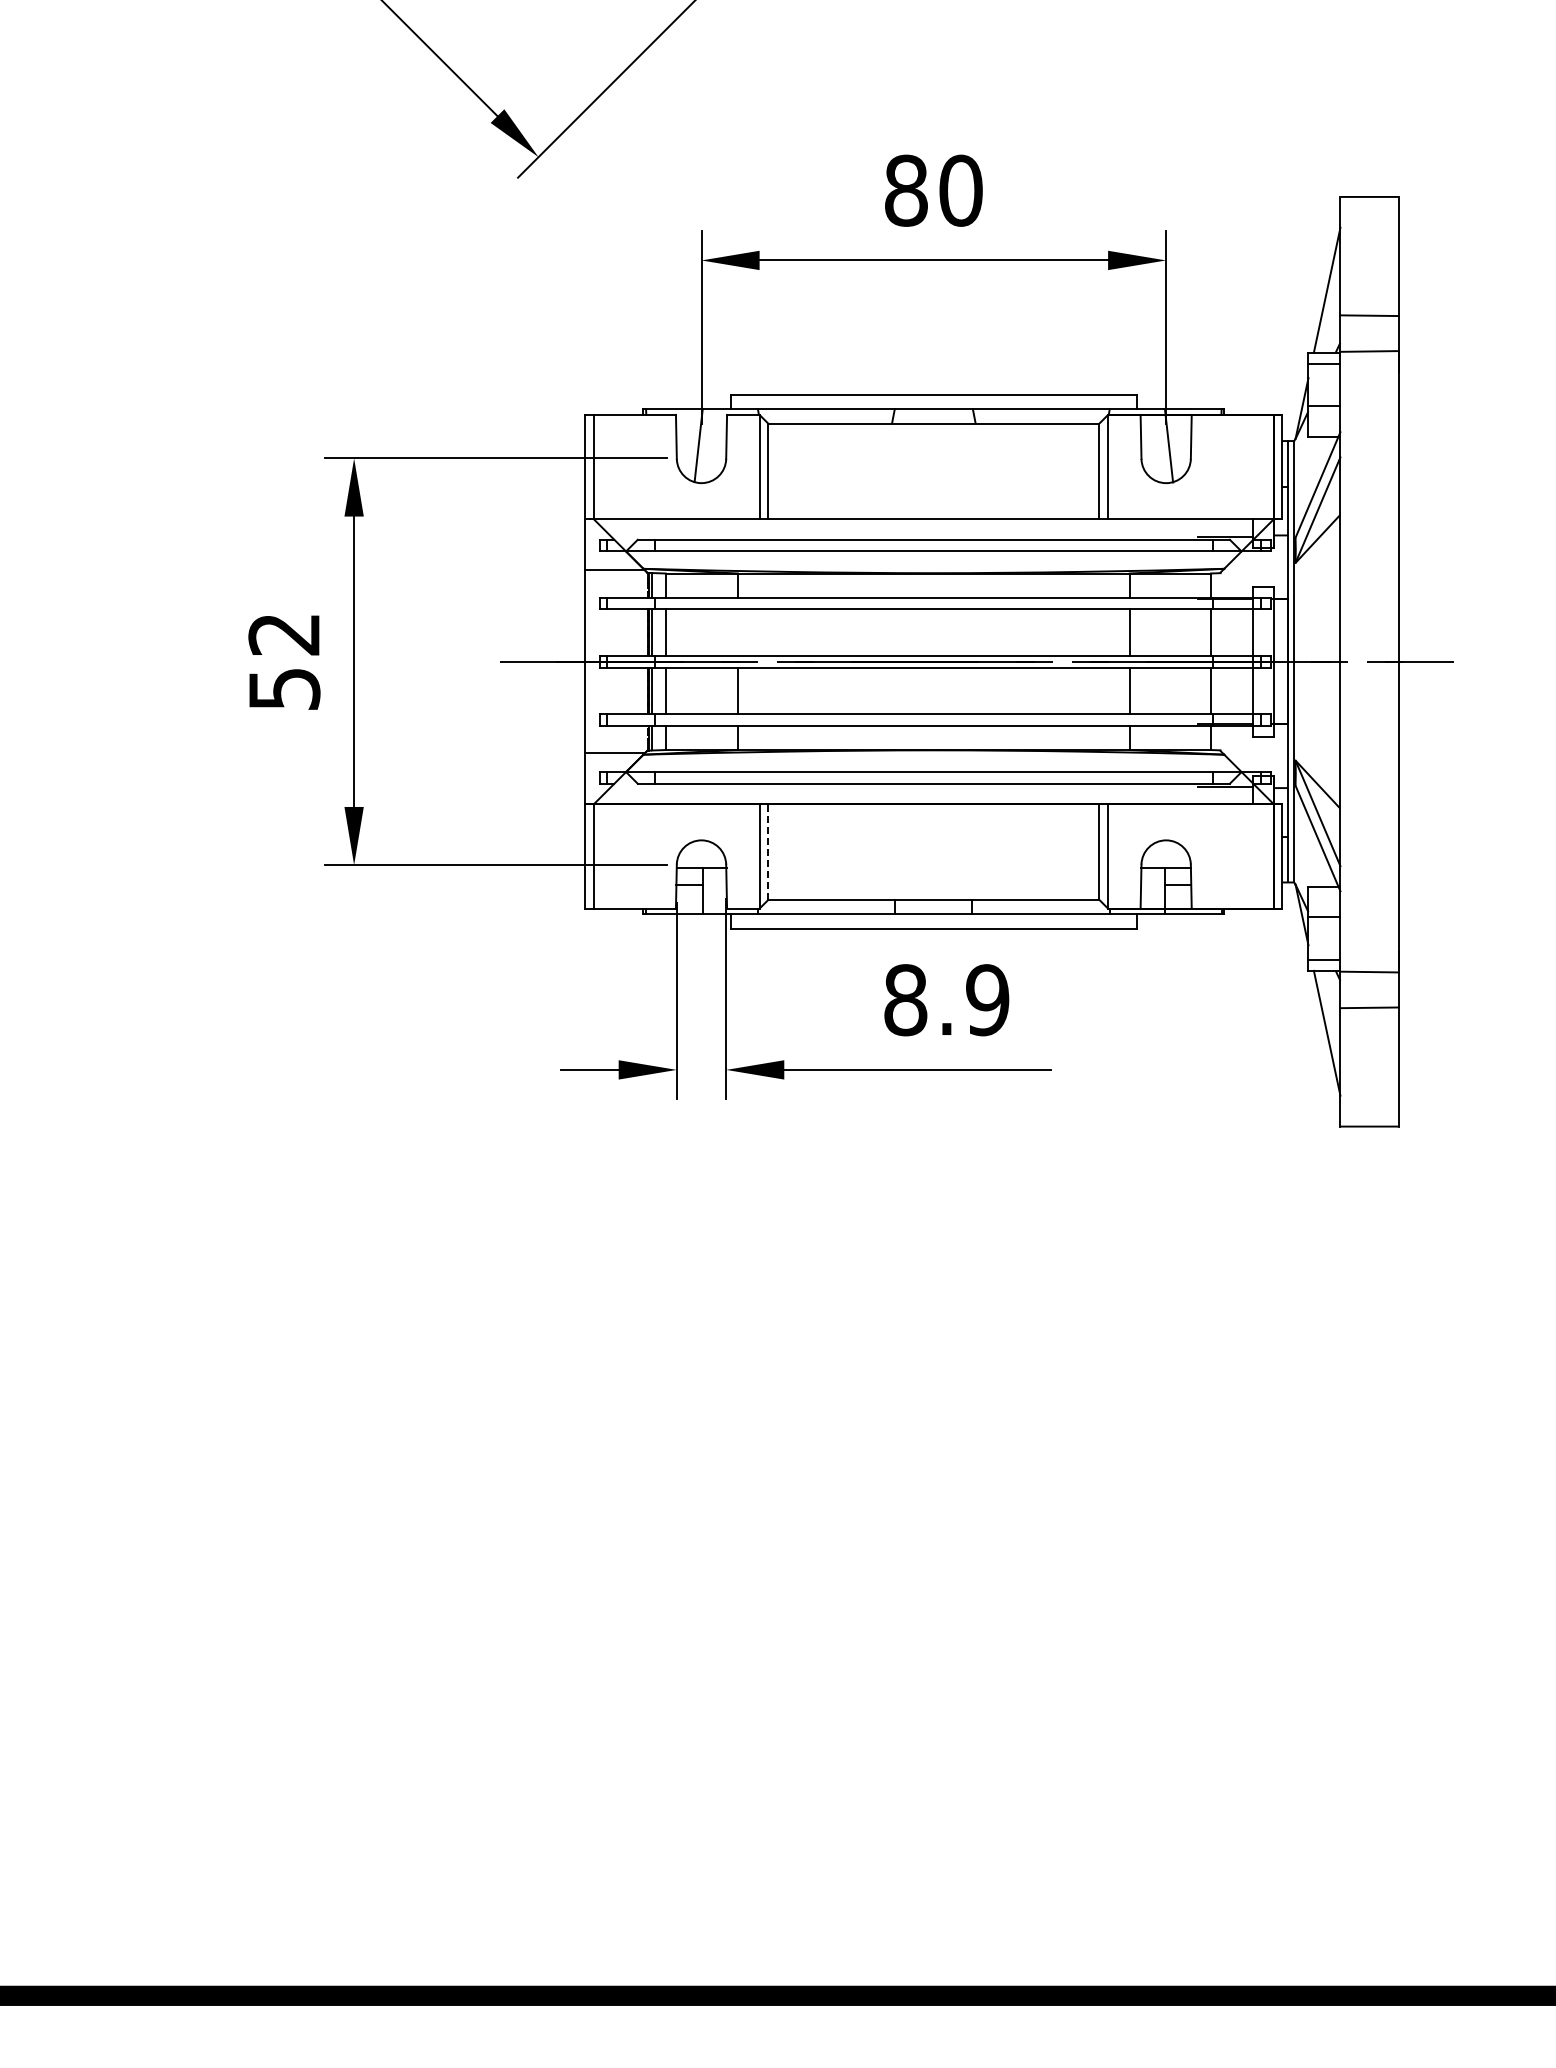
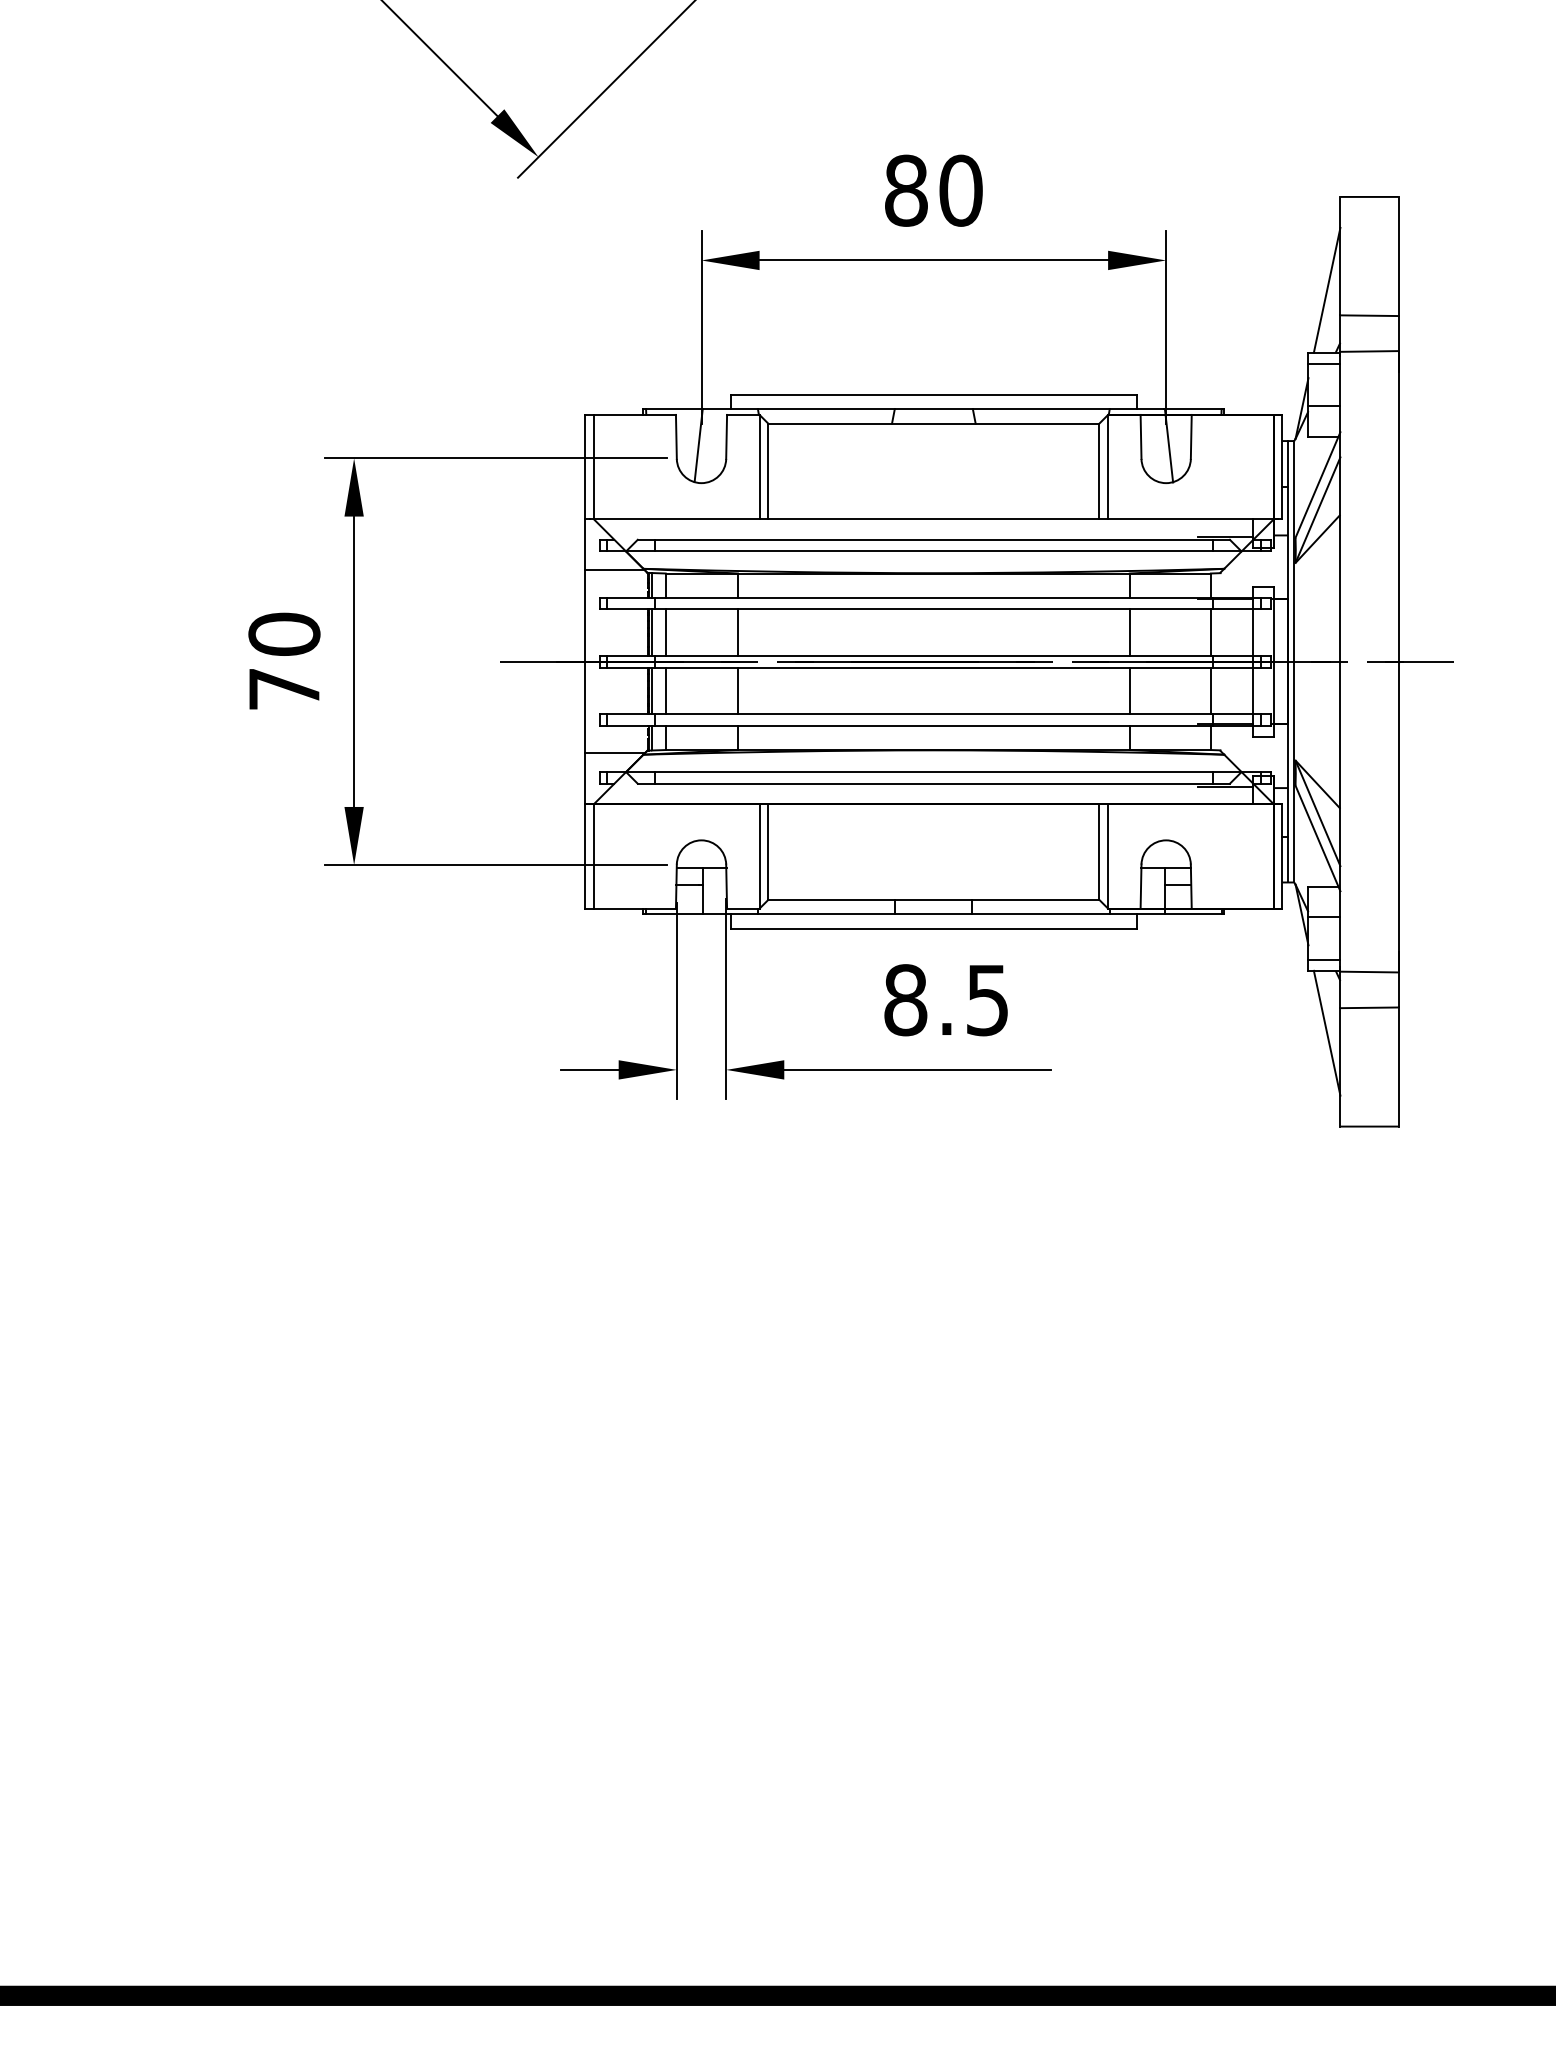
line at (737, 632): none -> present
text at (284, 660): 52 -> 70
line at (768, 851): dashed -> solid
text at (987, 1000): 8.9 -> 8.5
